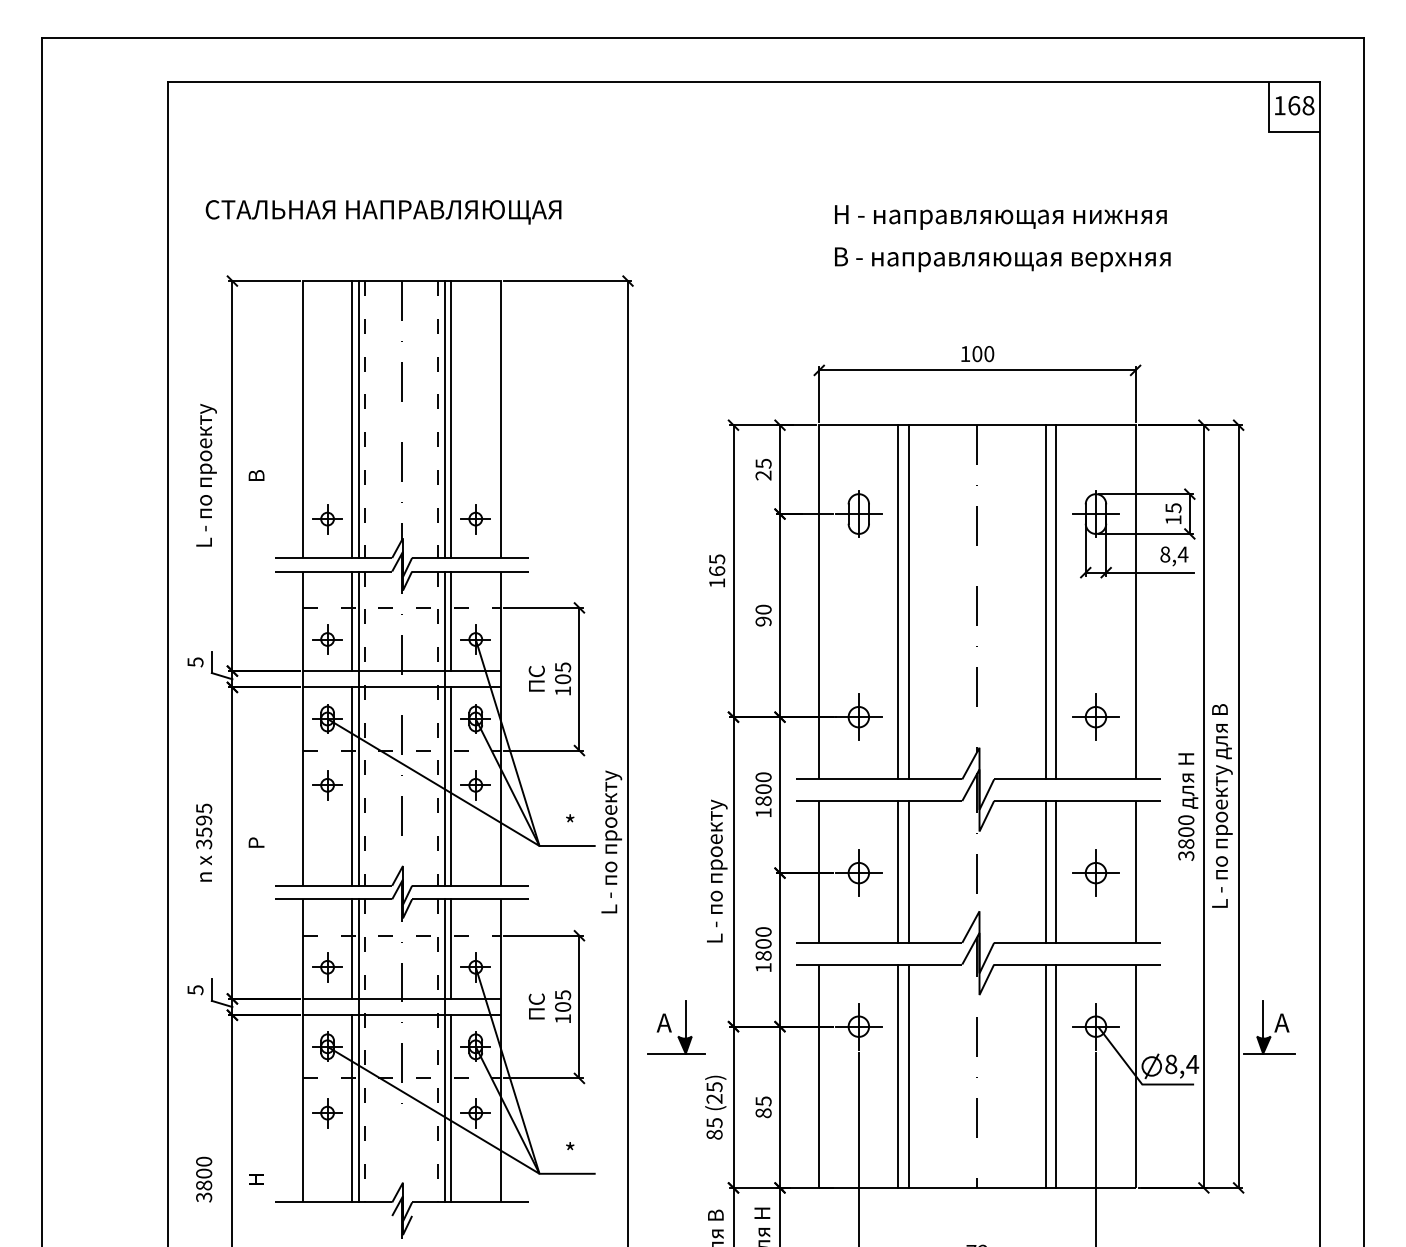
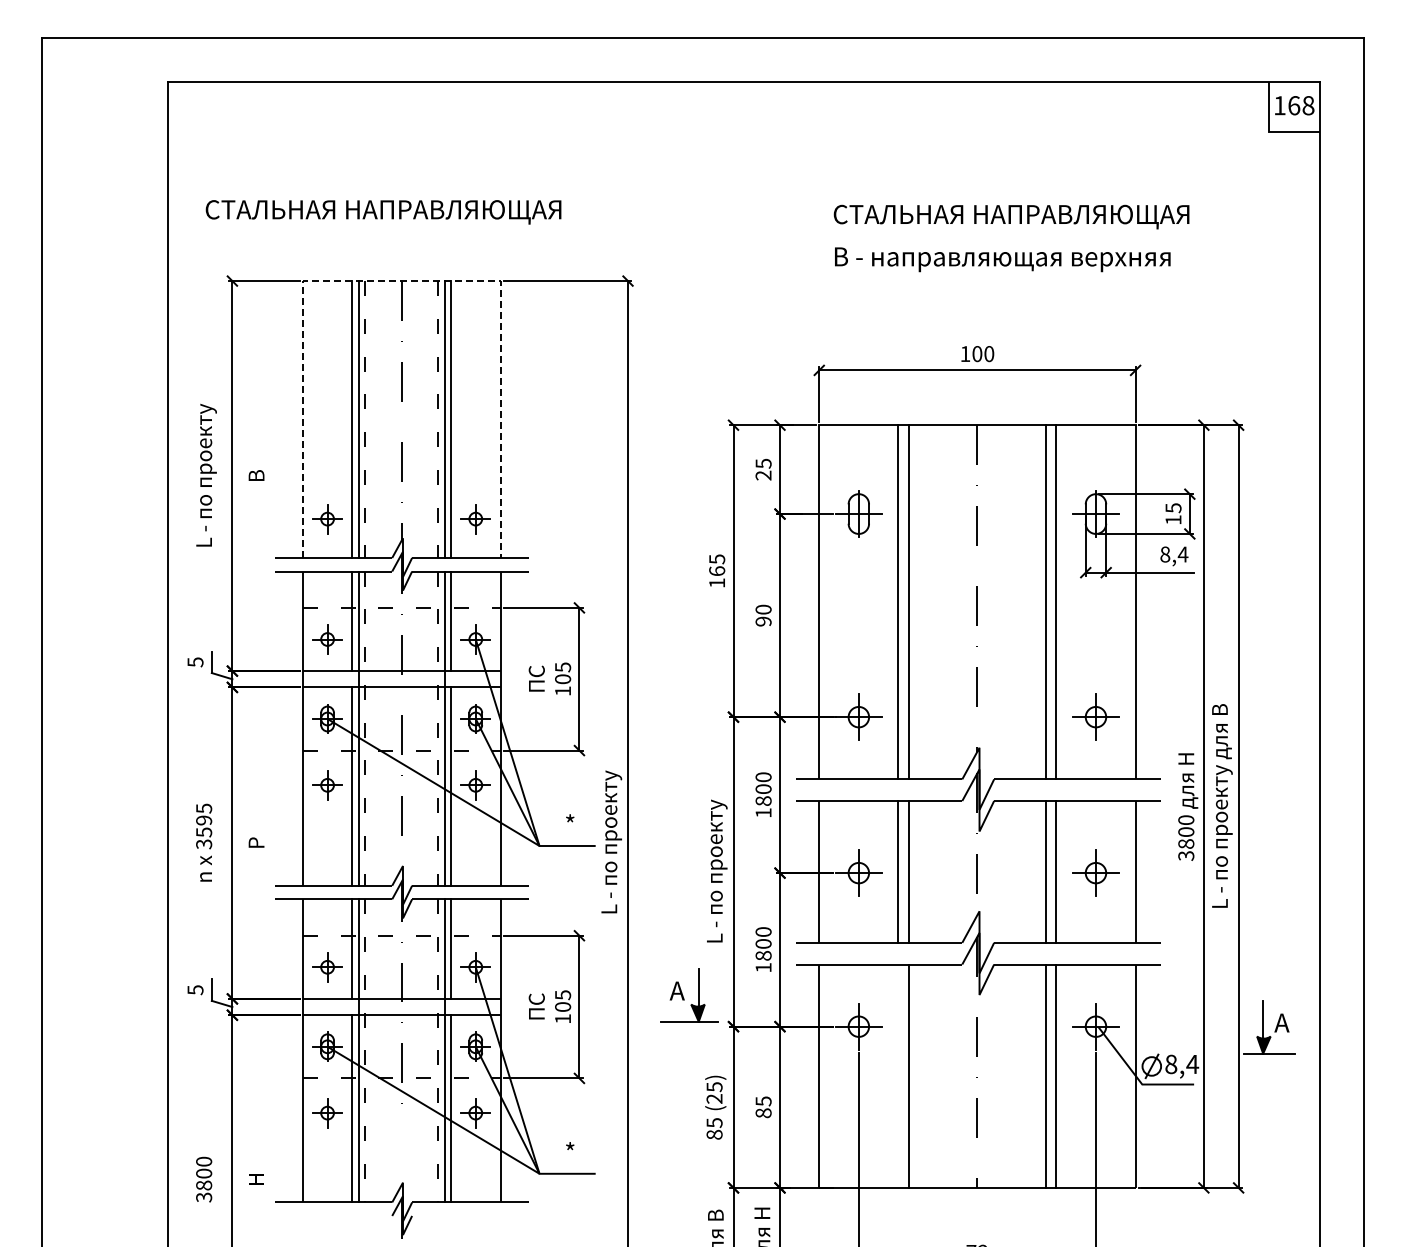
text at (1011, 216): Н - направляющая нижняя -> СТАЛЬНАЯ НАПРАВЛЯЮЩАЯ
line at (401, 281): solid -> dashed
part at (676, 1027) position: (676, 1027) -> (689, 995)
line at (898, 1075): present -> none
